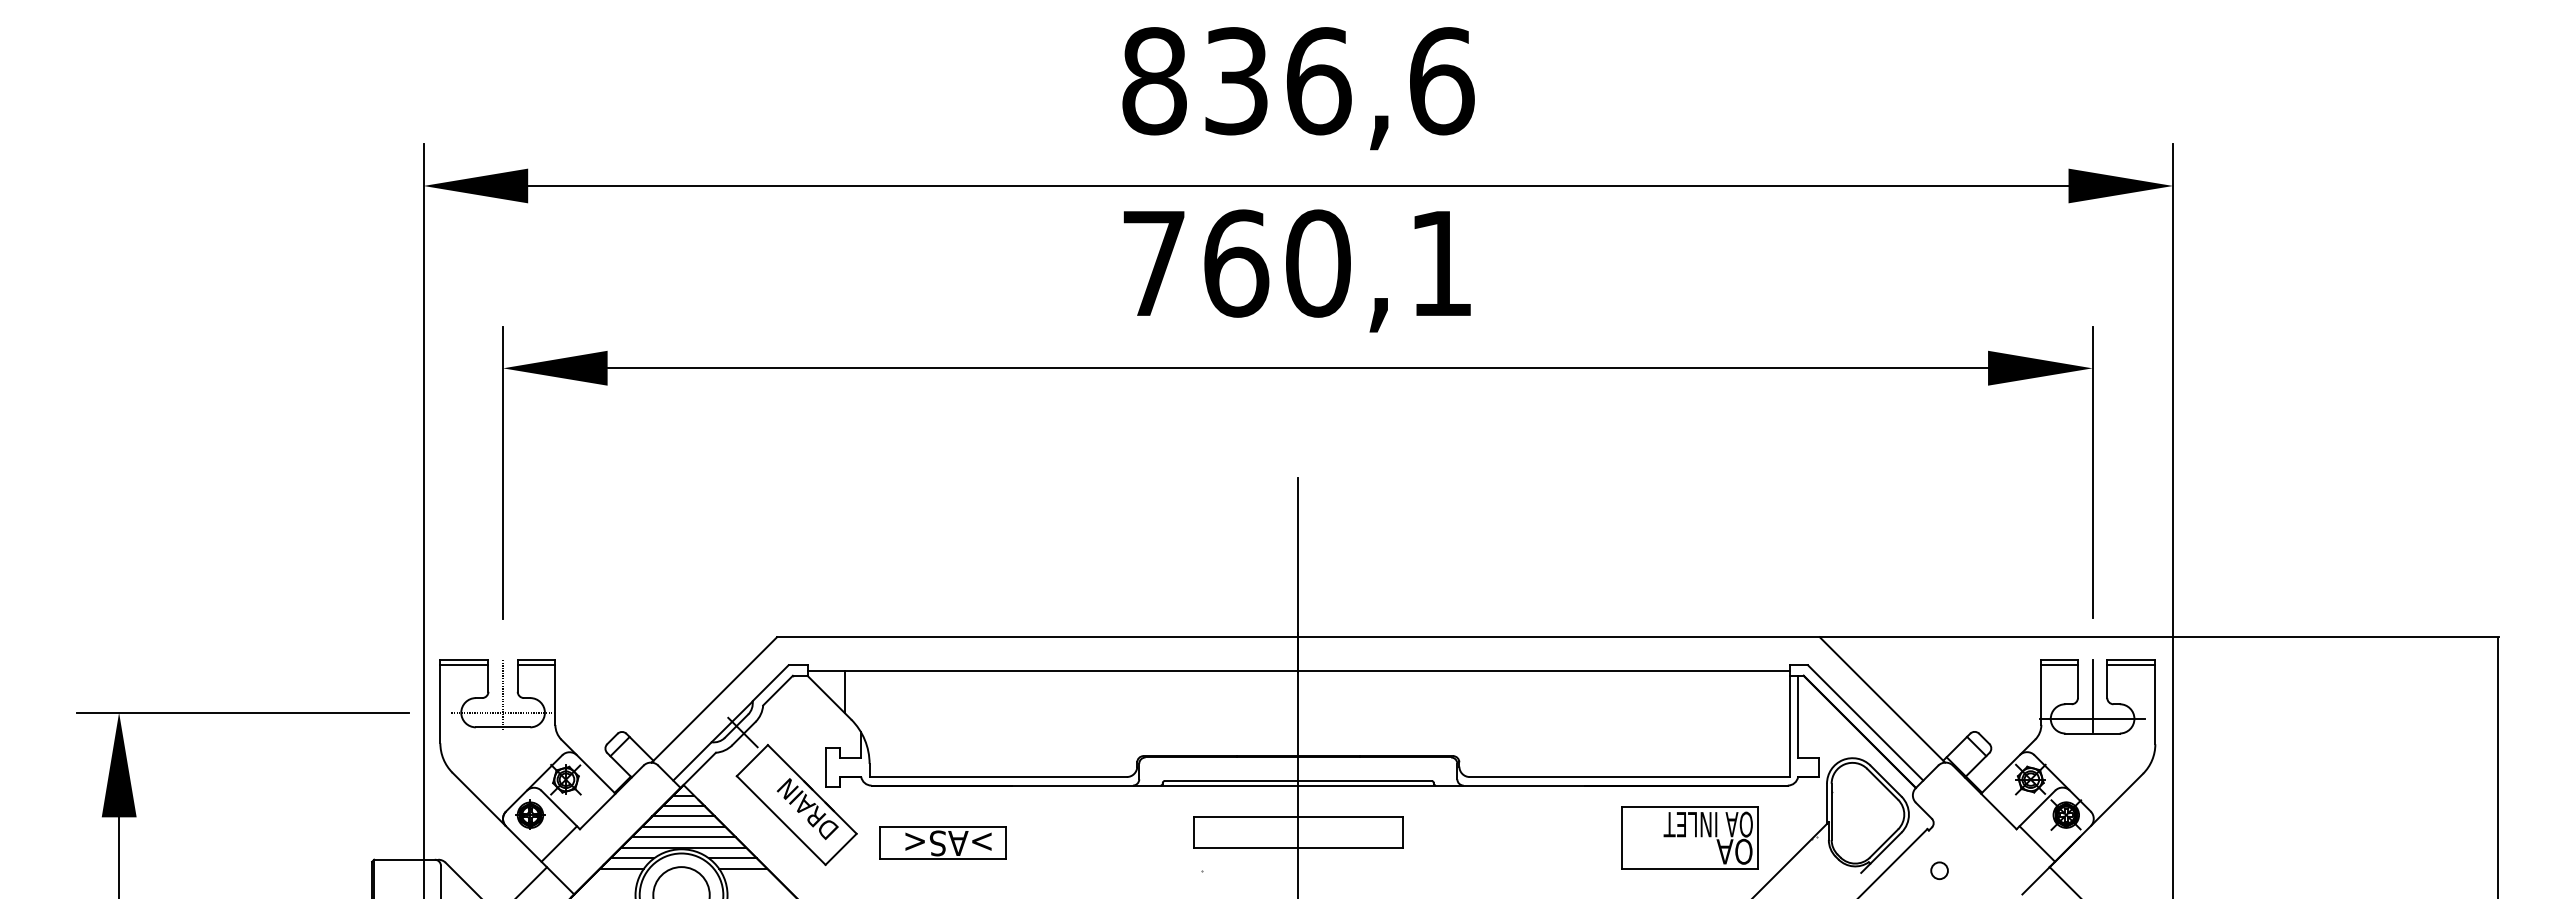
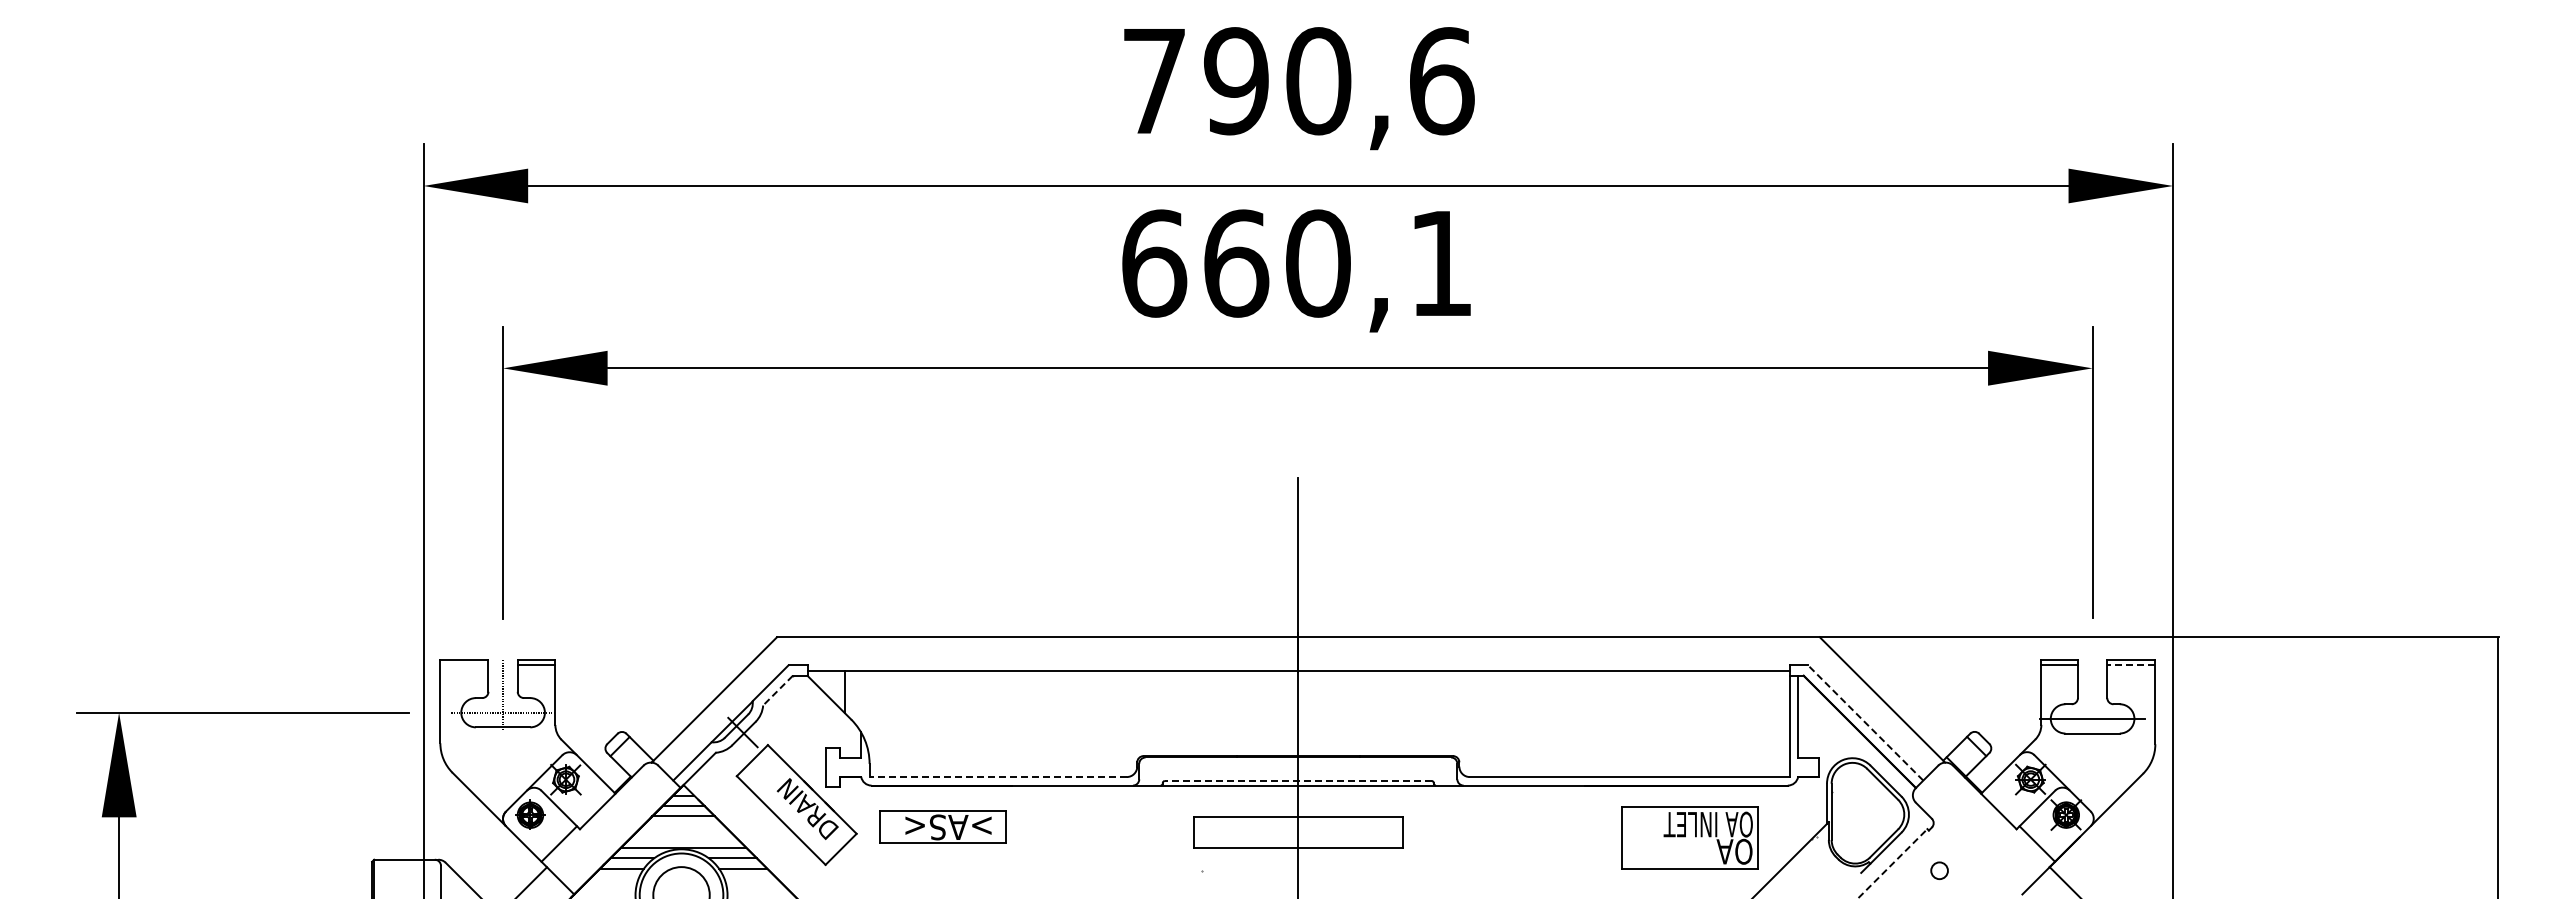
text at (1236, 81): 836,6 -> 790,6
text at (1154, 263): 760,1 -> 660,1
line at (464, 665): present -> none
line at (2130, 665): solid -> dashed
line at (777, 691): solid -> dashed
line at (2092, 695): present -> none
line at (1865, 722): solid -> dashed
line at (998, 777): solid -> dashed
line at (1297, 781): solid -> dashed
line at (683, 826): present -> none
line at (683, 837): present -> none
part at (942, 842) position: (942, 842) -> (942, 826)
line at (1892, 863): solid -> dashed
